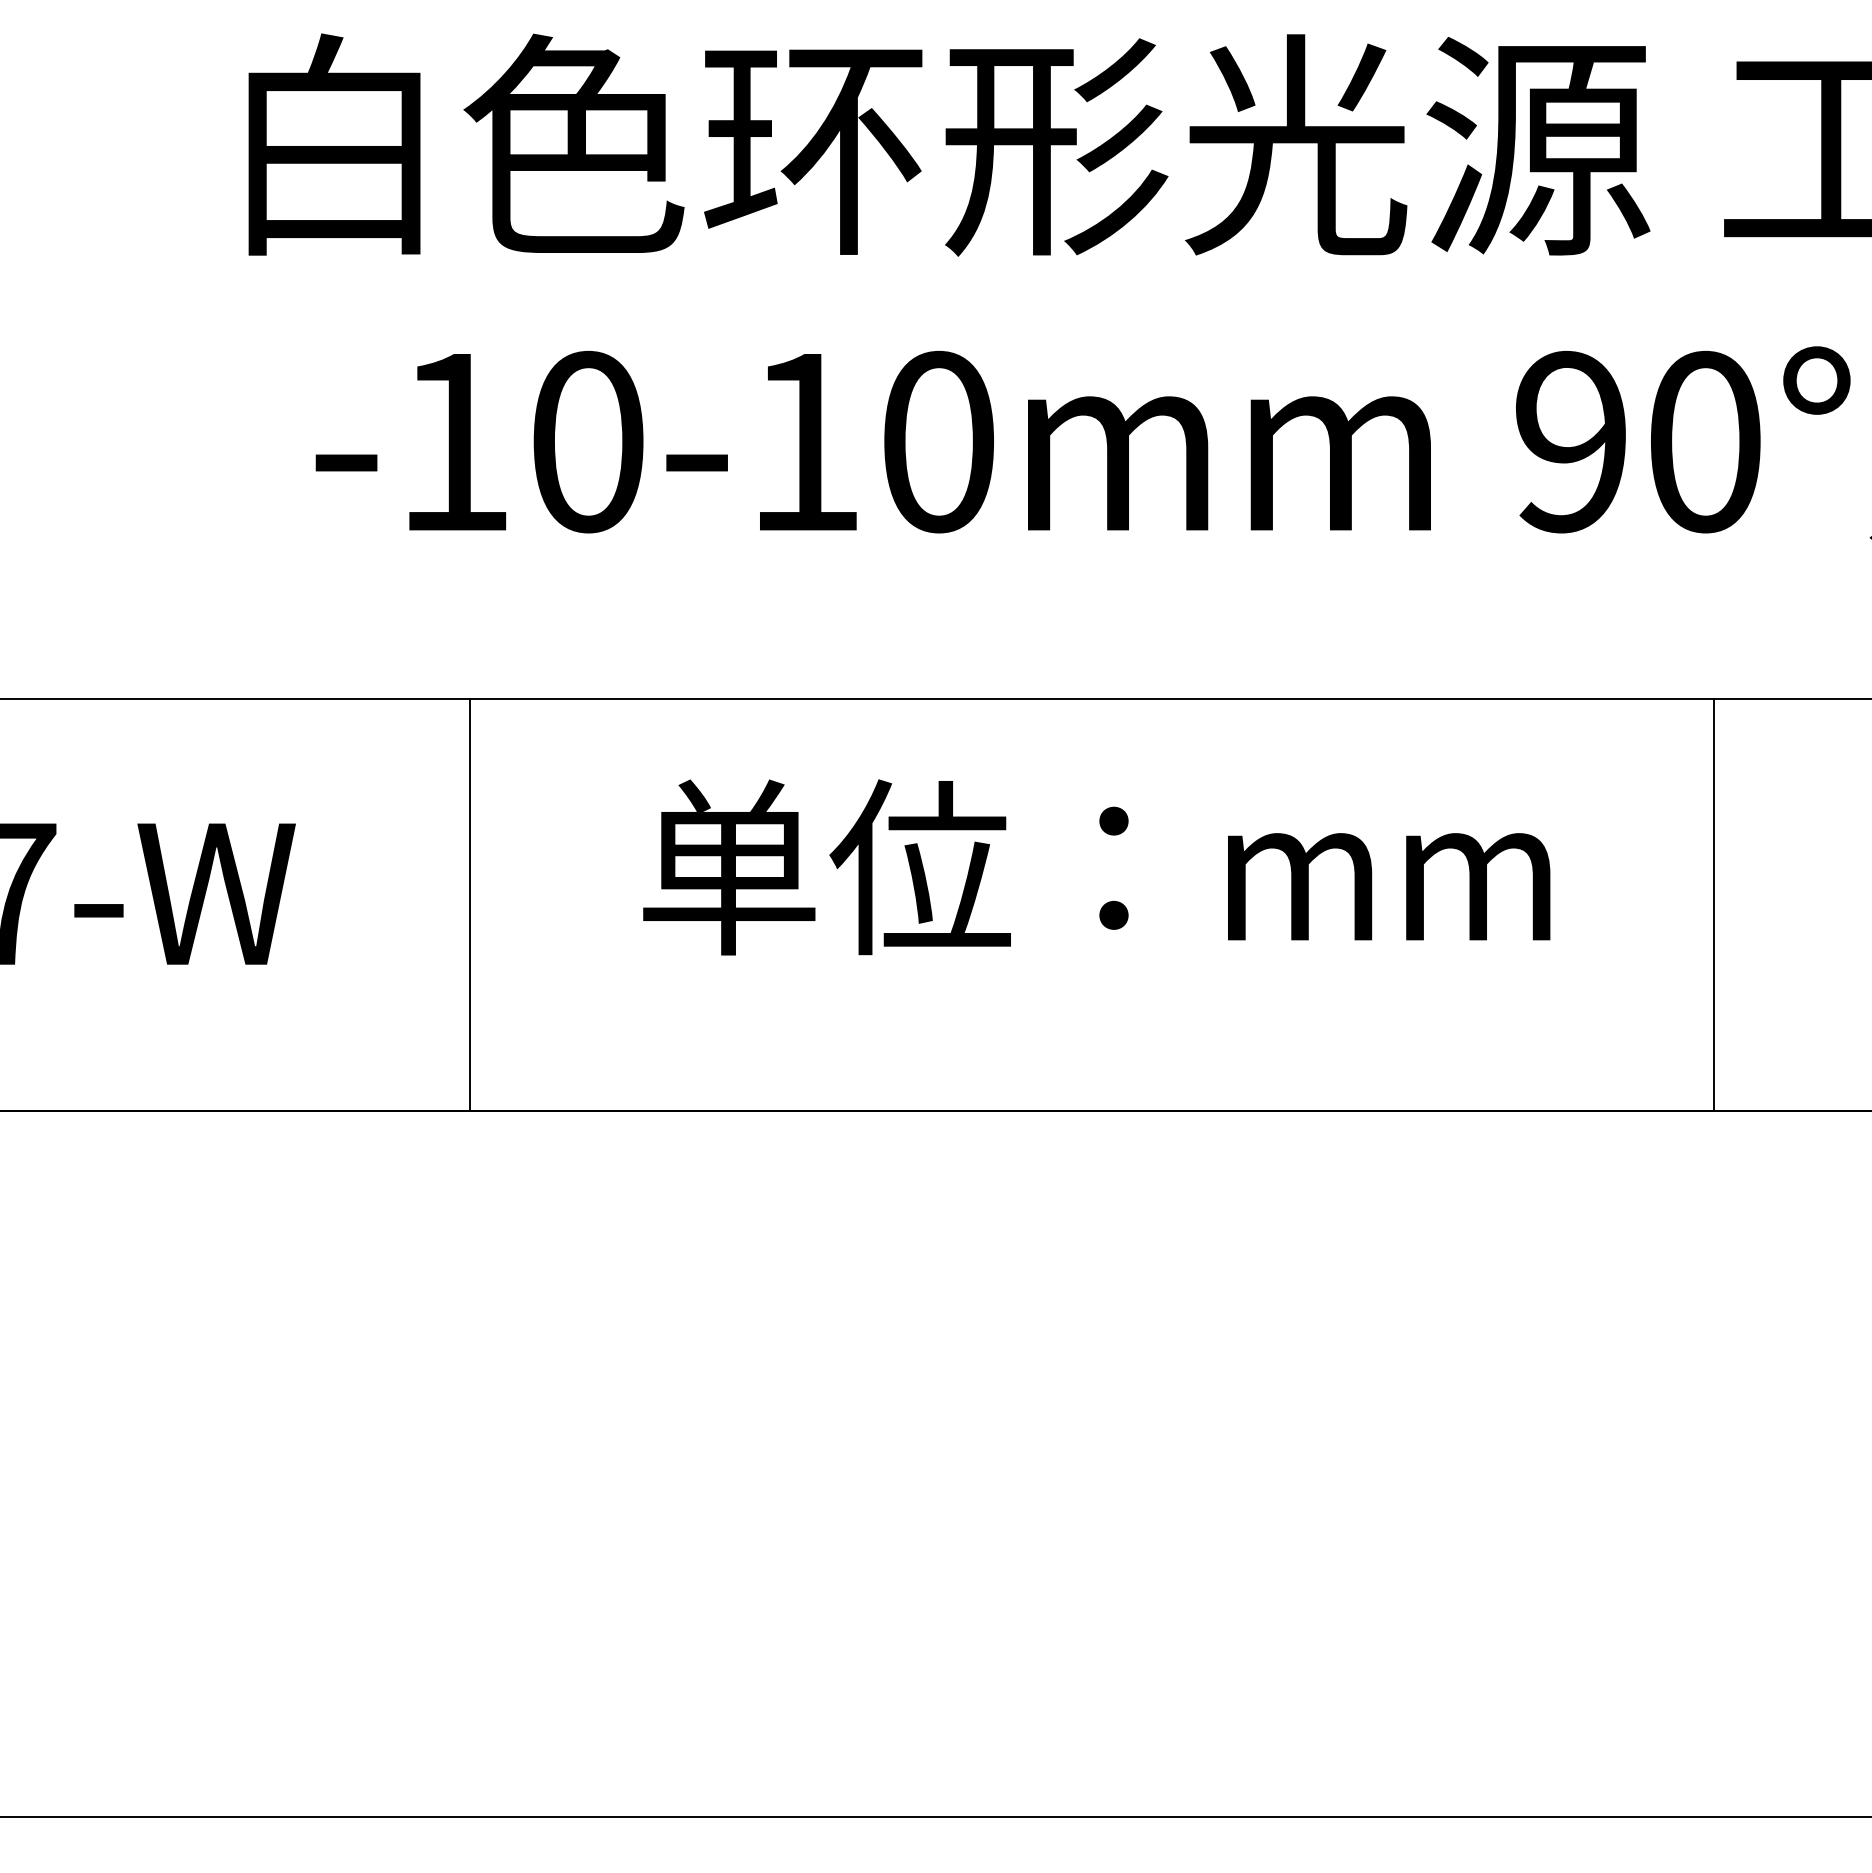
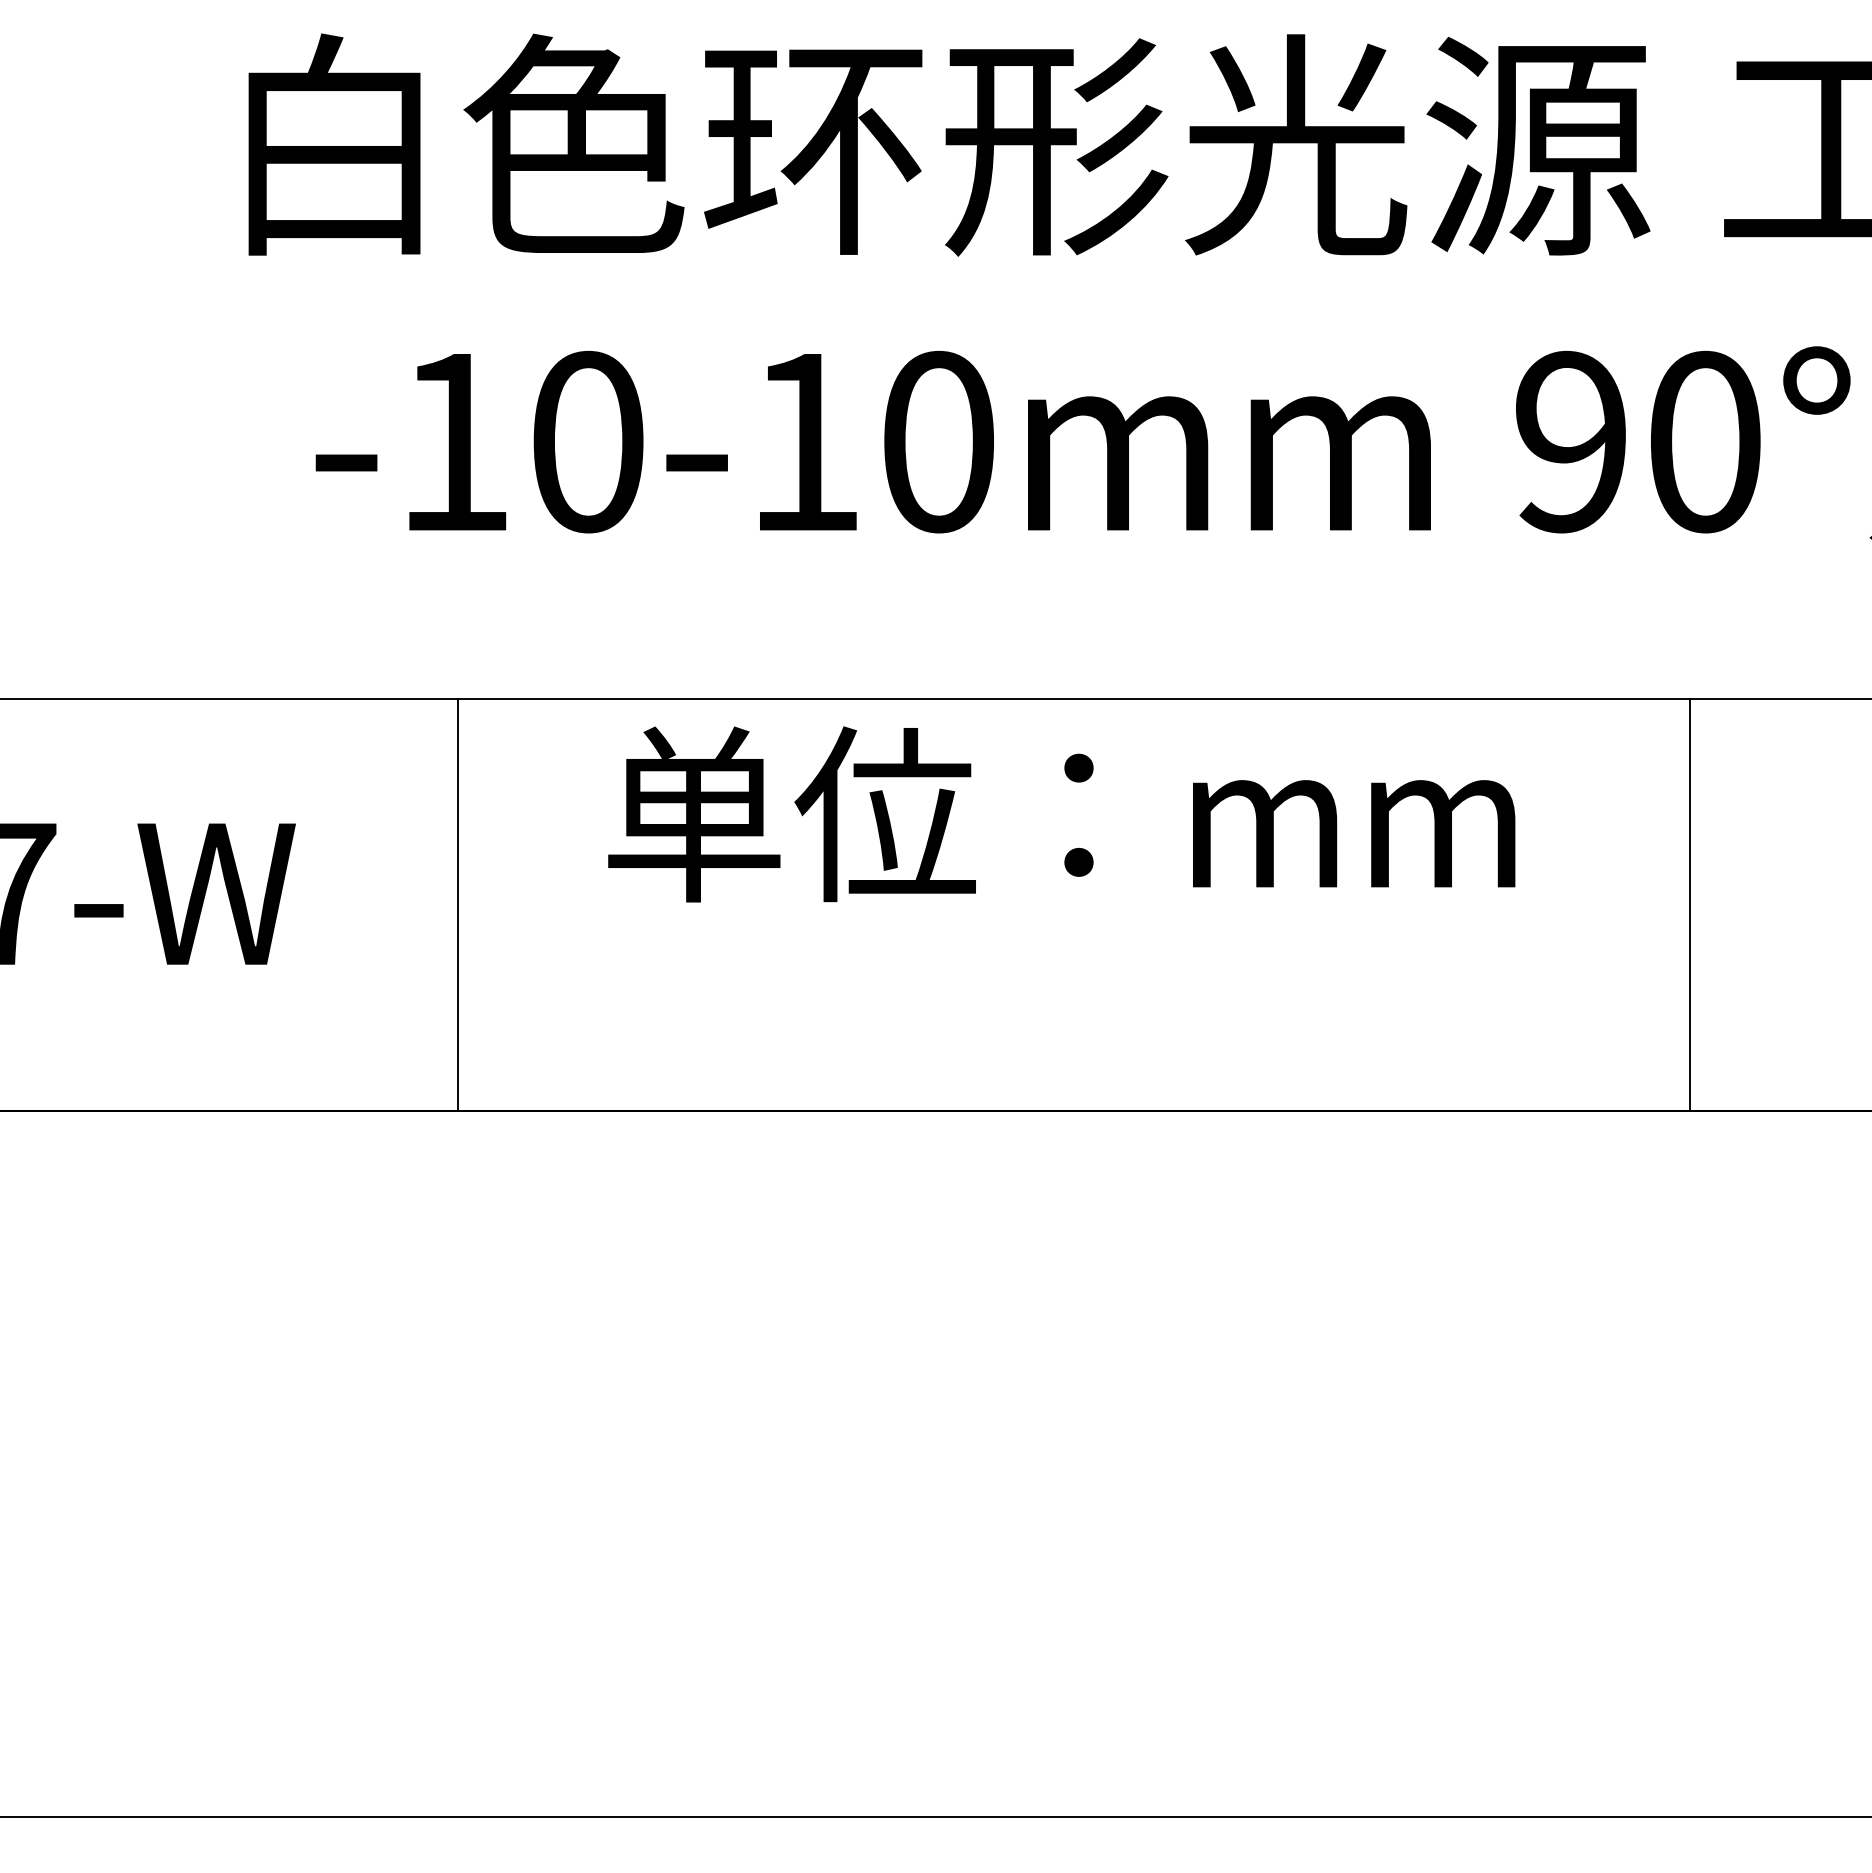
text at (1096, 867) position: (1096, 867) -> (1061, 814)
line at (470, 905) position: (470, 905) -> (458, 905)
line at (1714, 905) position: (1714, 905) -> (1690, 905)
